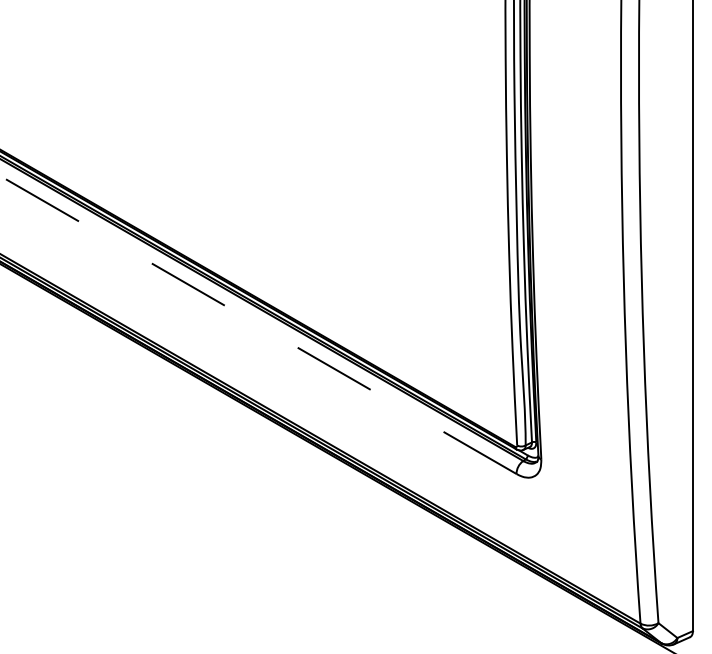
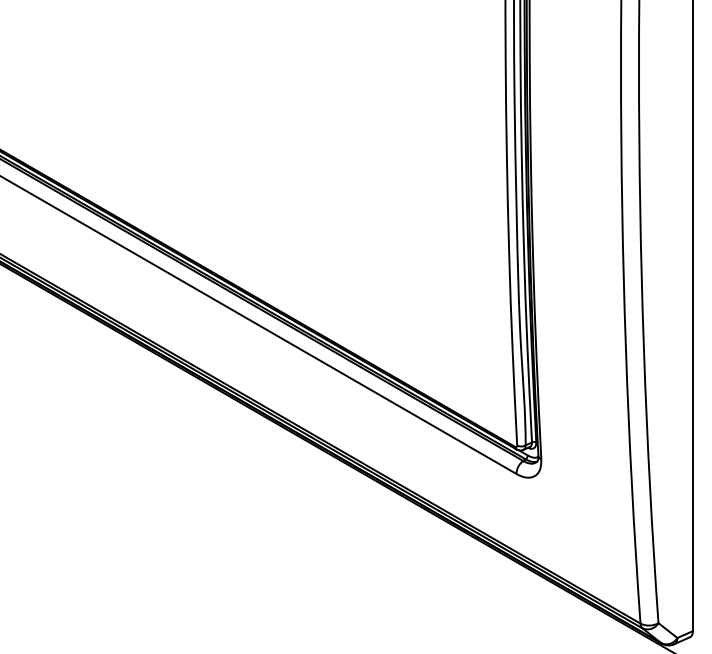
line at (258, 325): dashed -> solid
